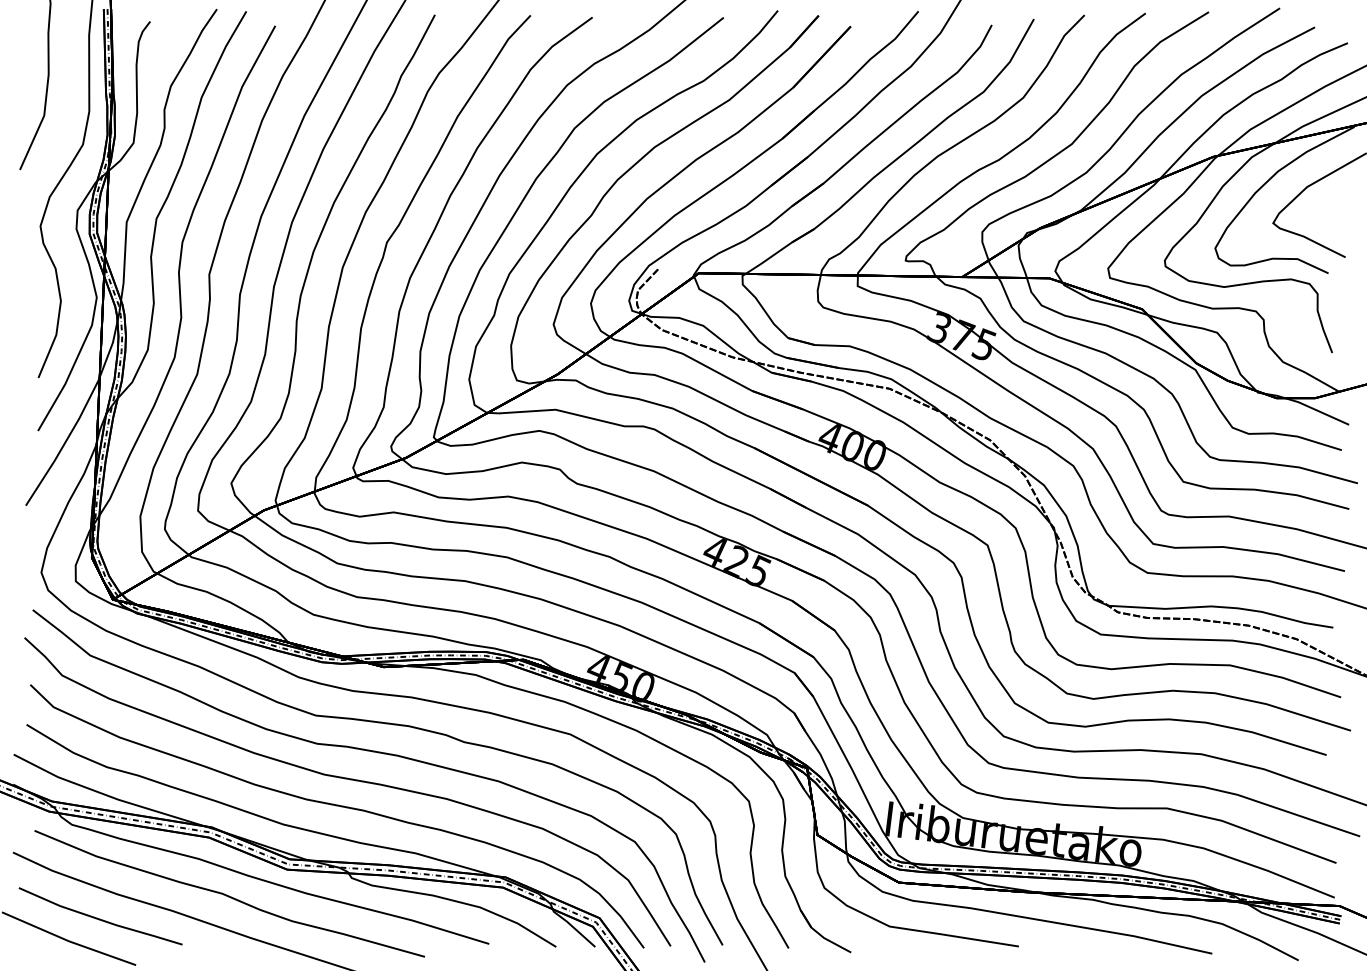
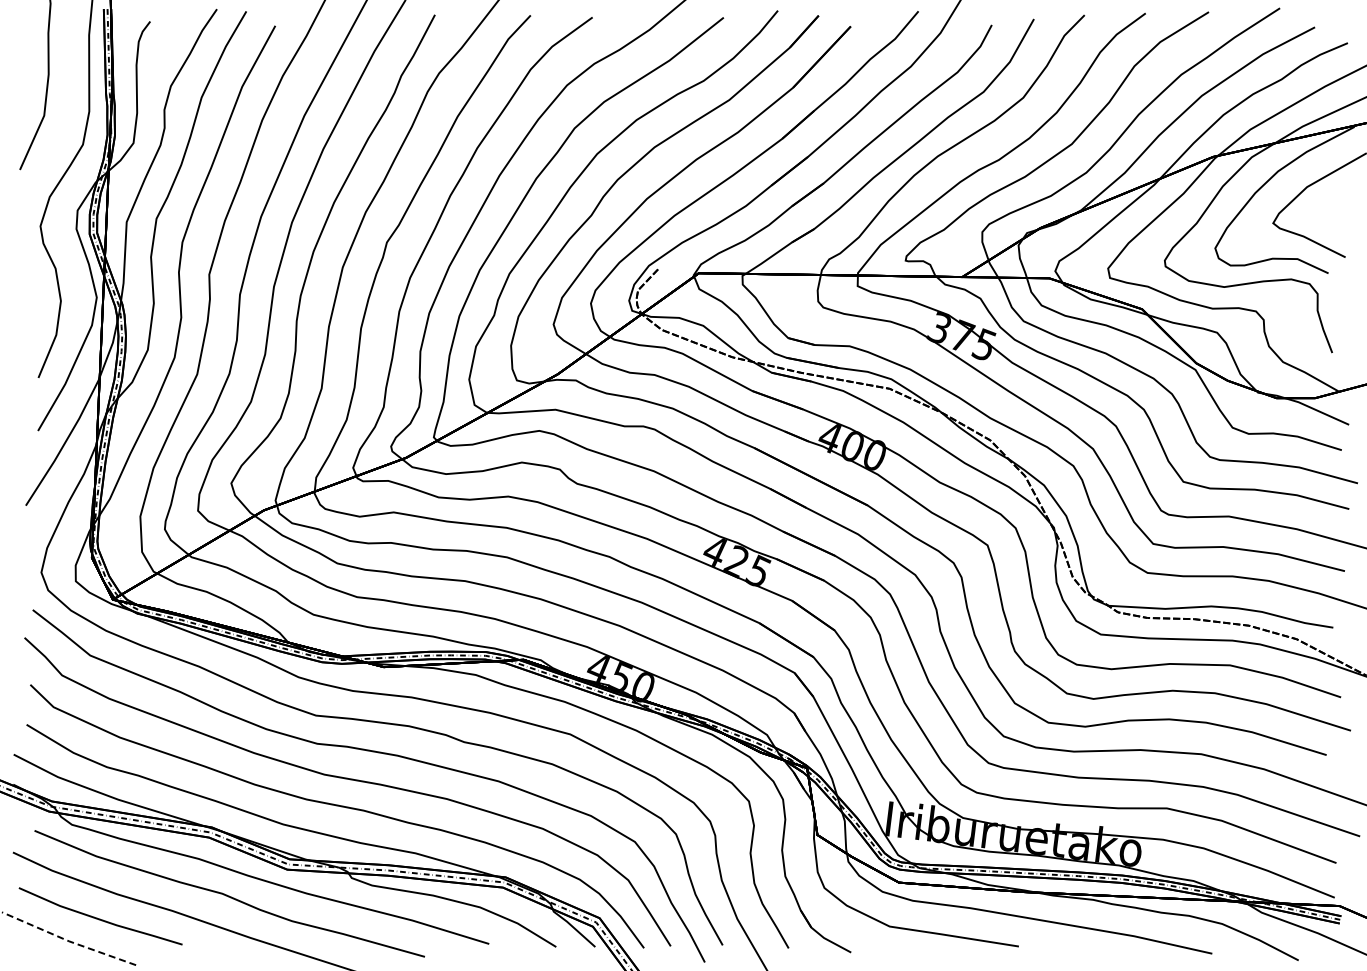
line at (68, 940): solid -> dashed
